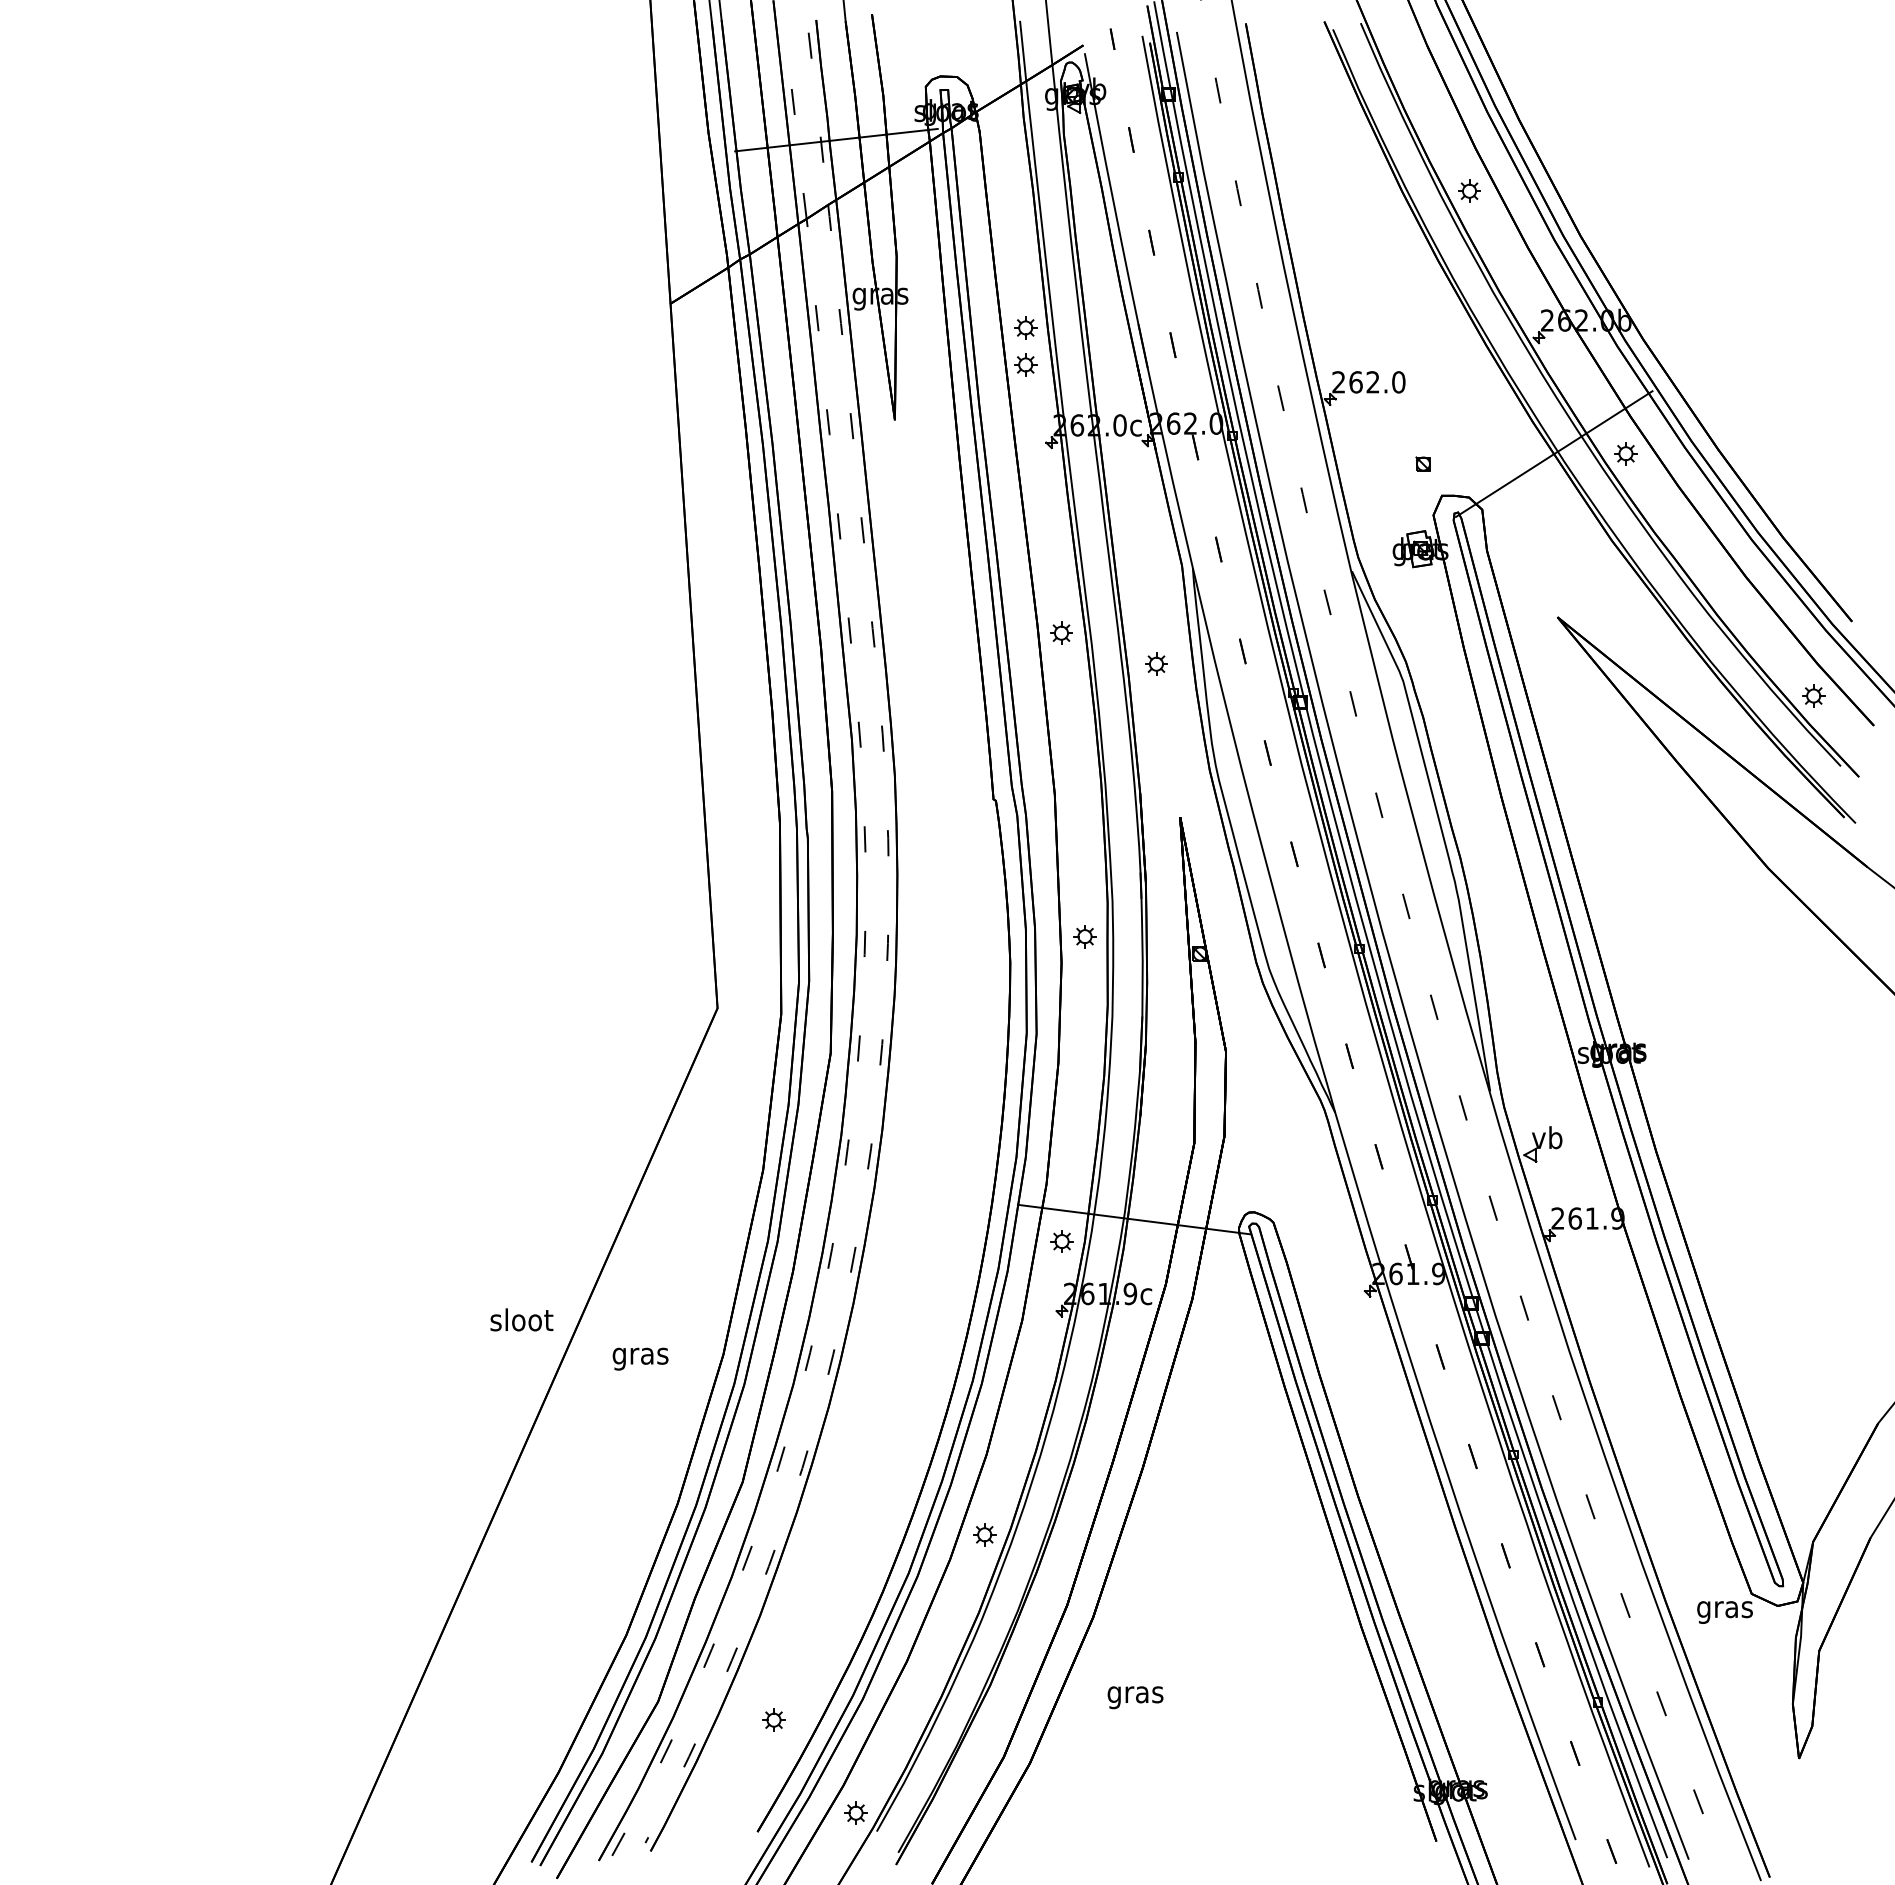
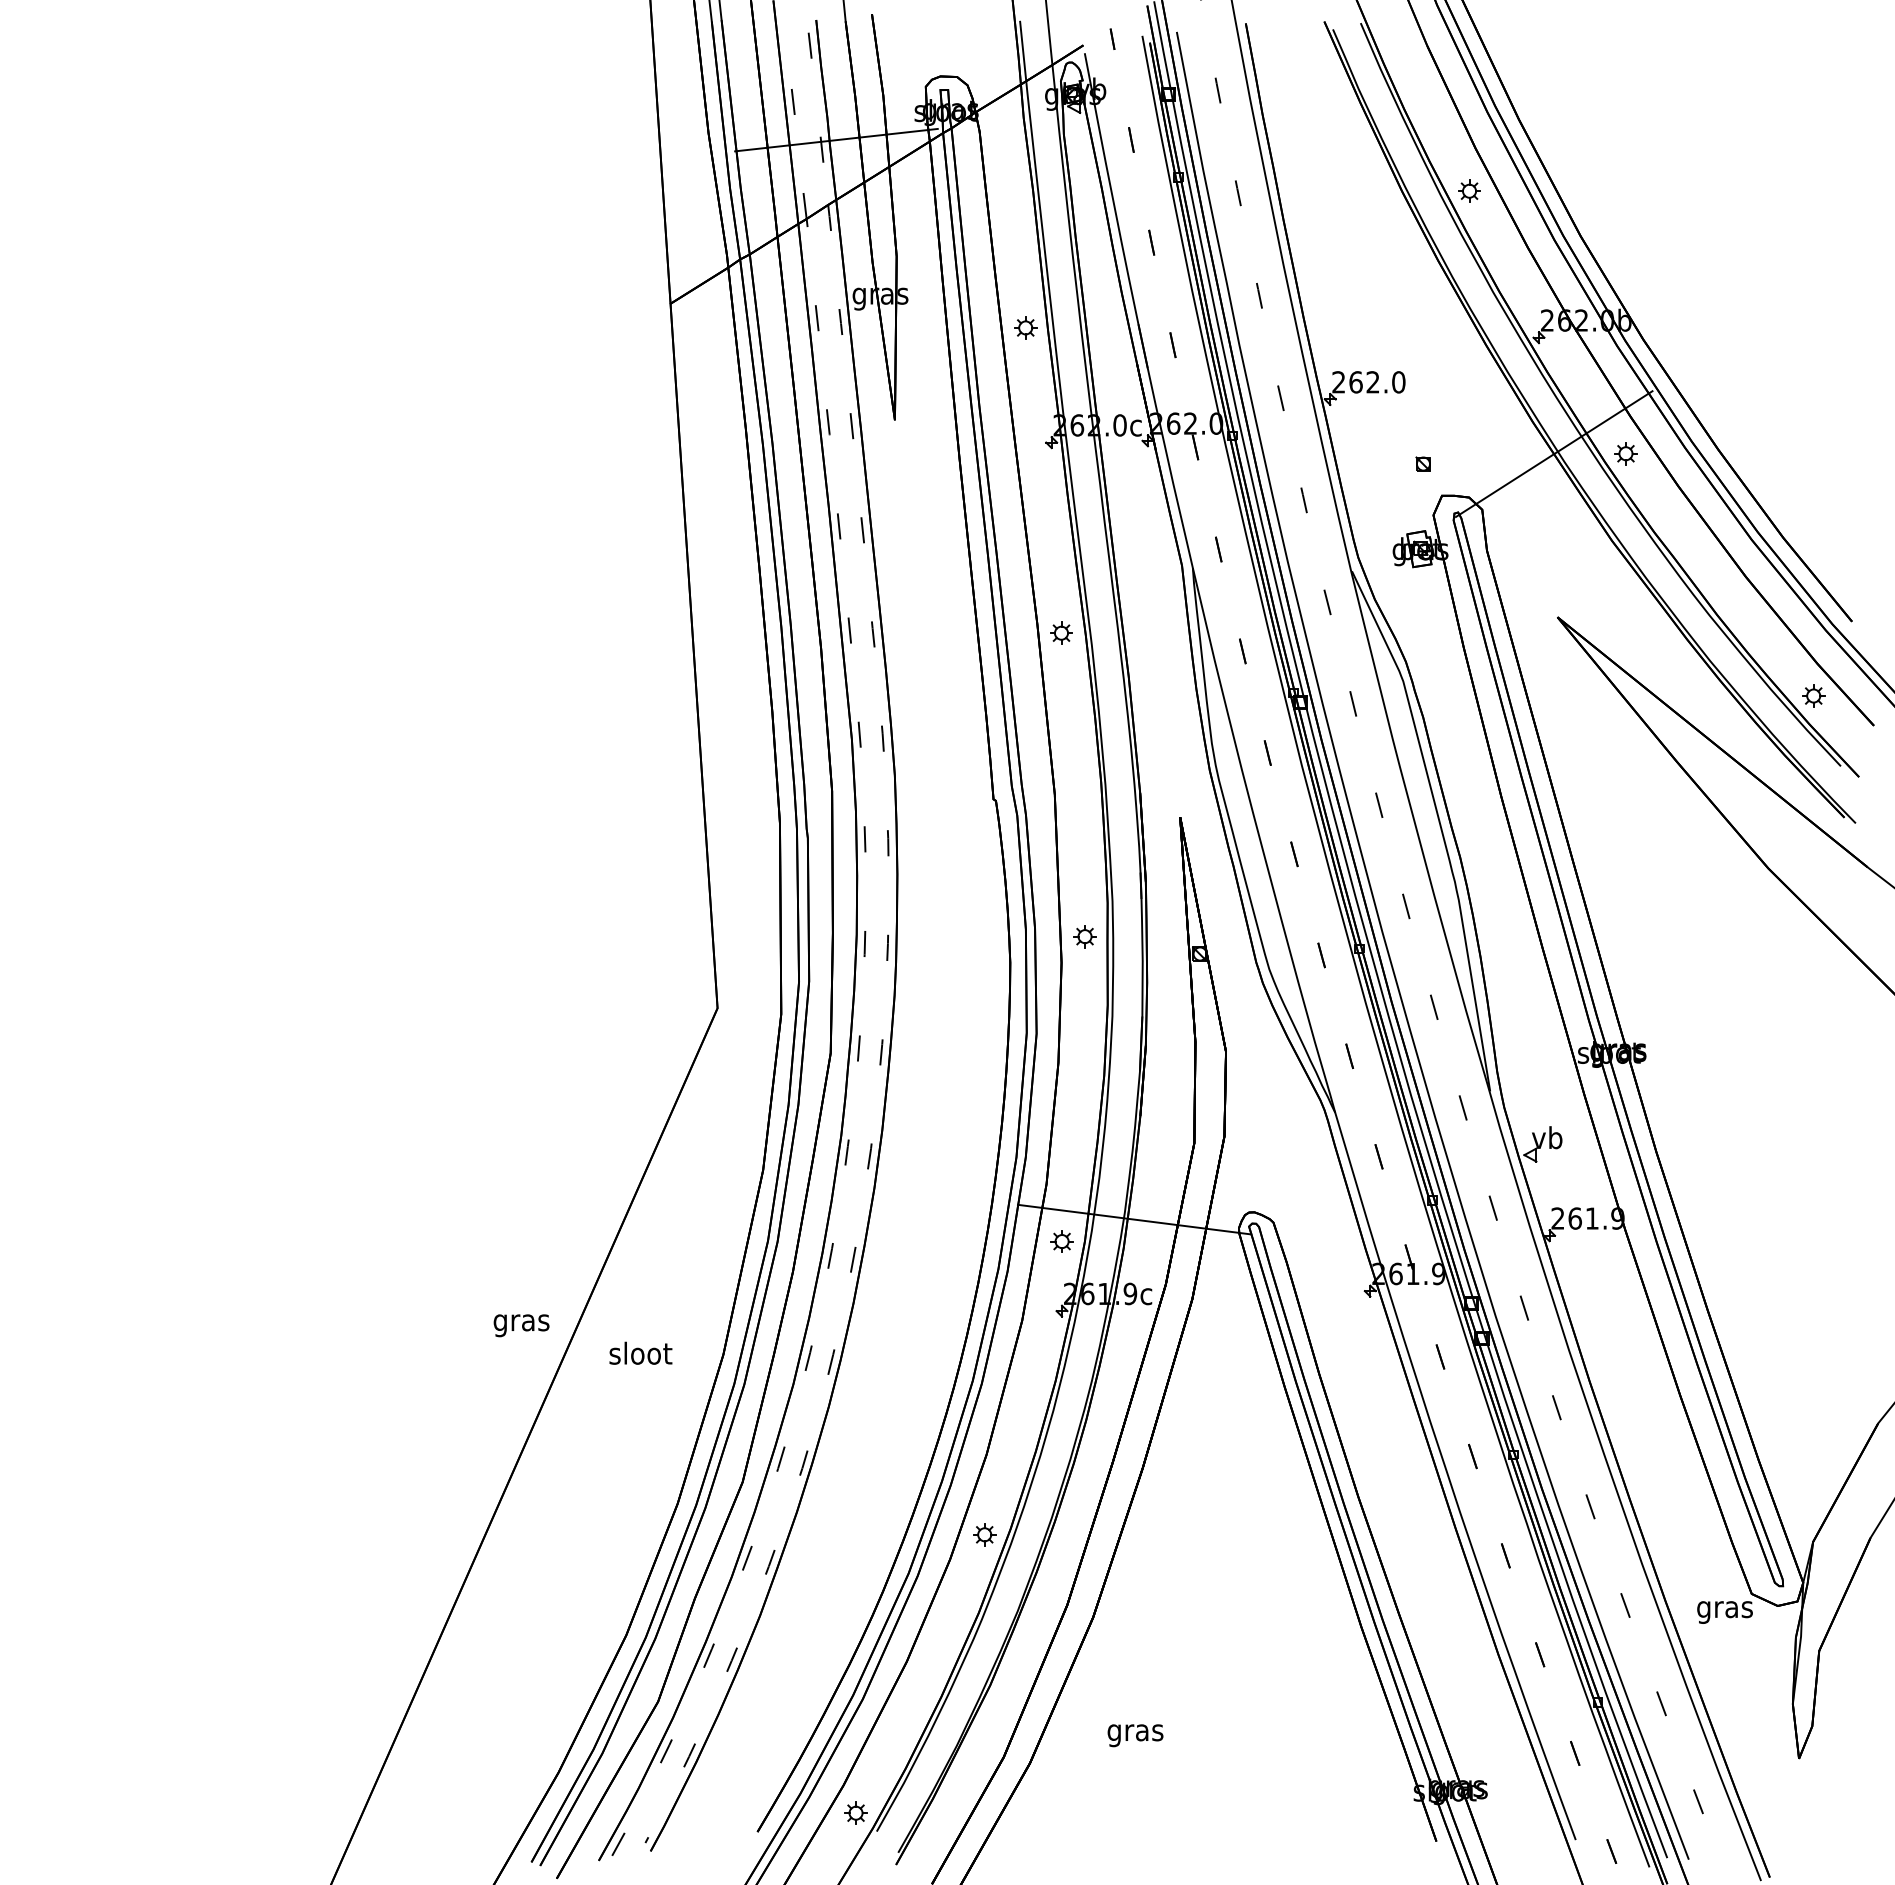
part at (1025, 364): present -> none
part at (1156, 663): present -> none
text at (521, 1322): sloot -> gras
text at (640, 1355): gras -> sloot
text at (1135, 1697) position: (1135, 1697) -> (1135, 1735)
part at (773, 1719): present -> none
